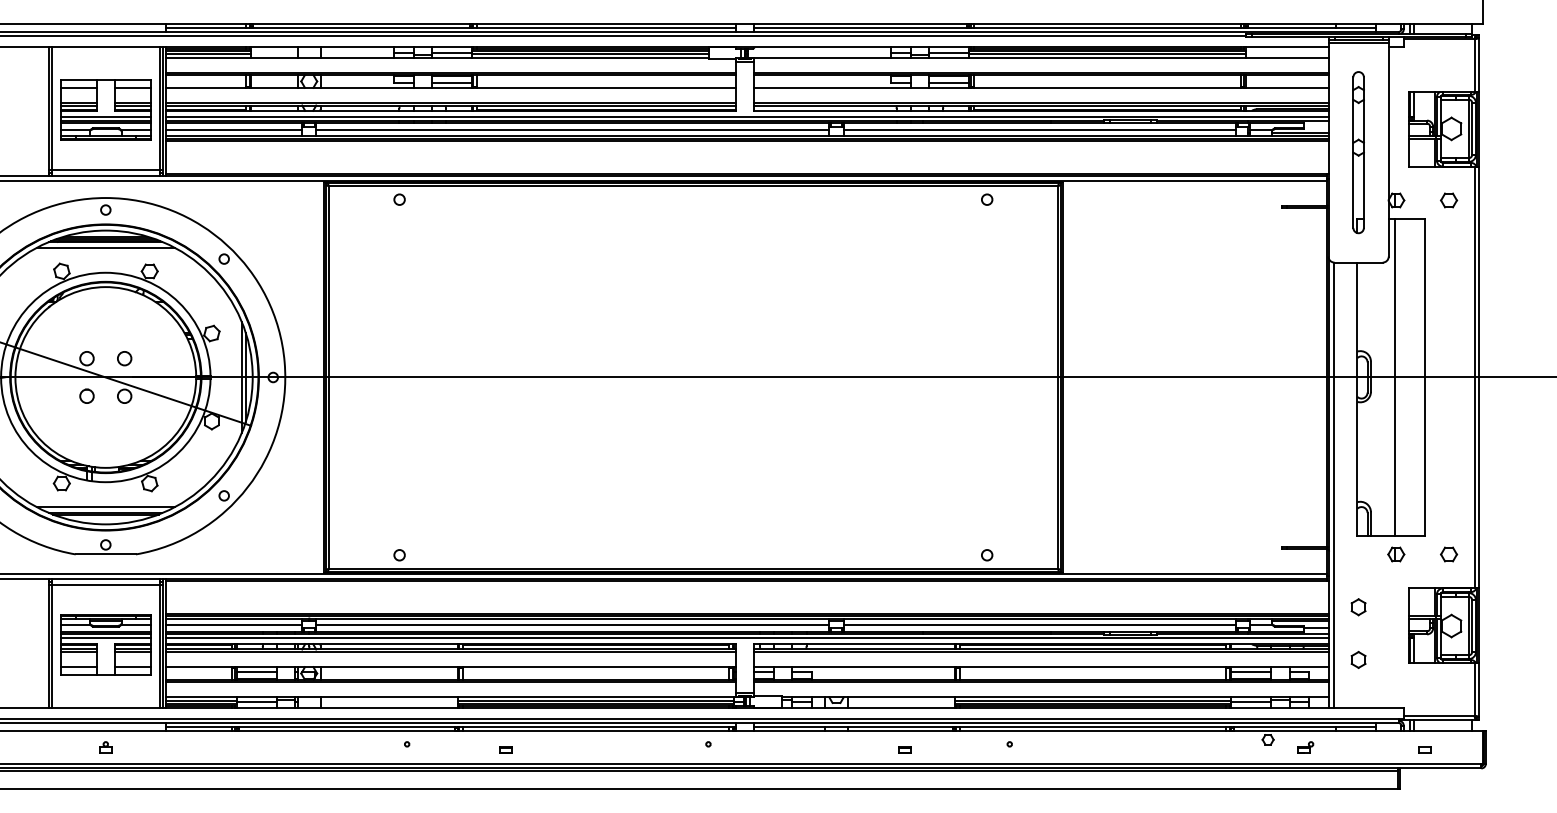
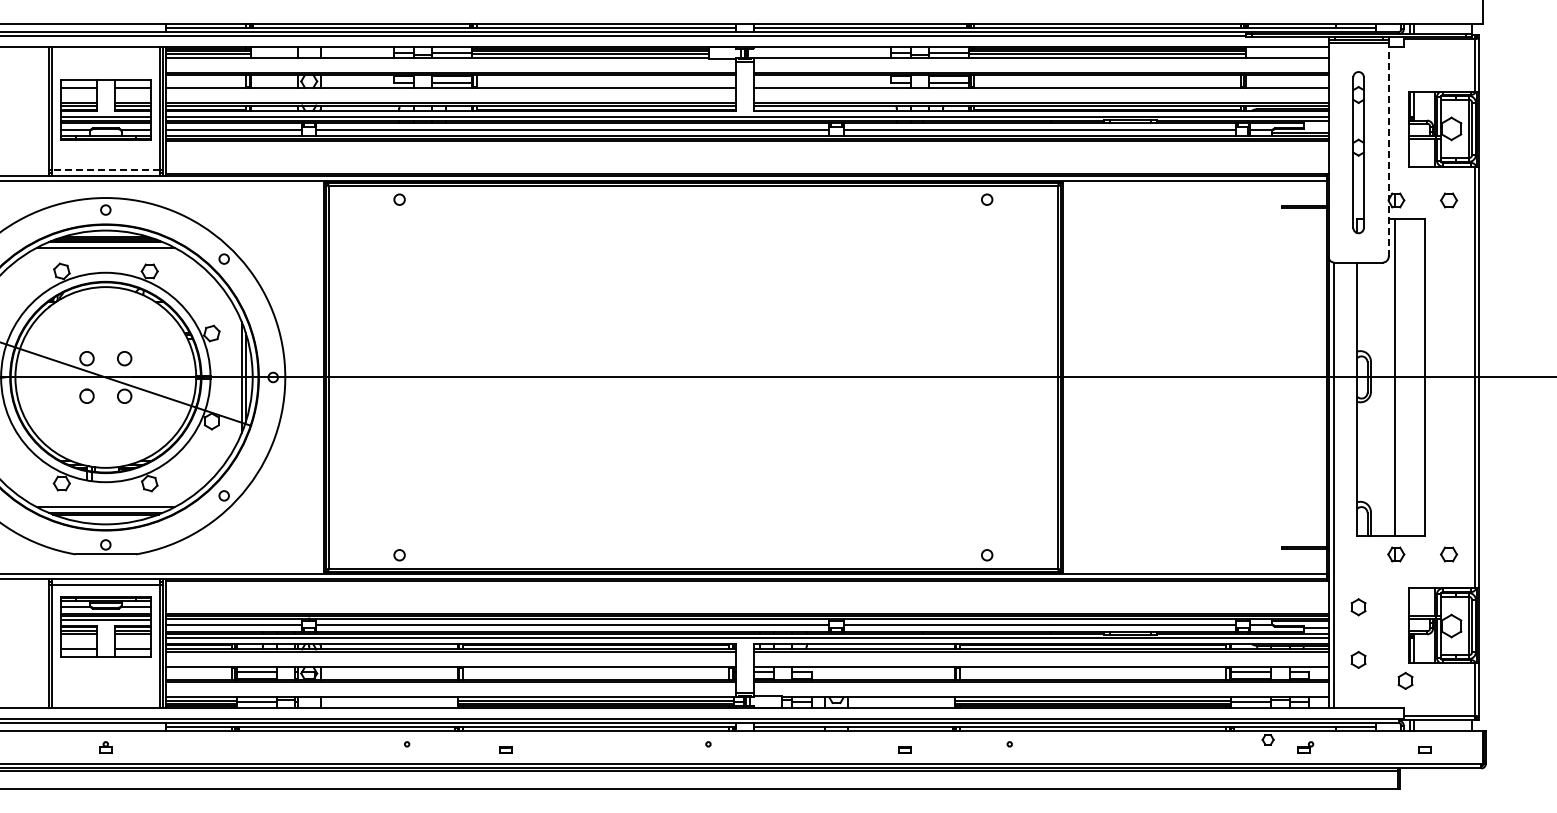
line at (1388, 149): solid -> dashed
line at (105, 170): solid -> dashed
part at (105, 644) position: (105, 644) -> (105, 626)
part at (1405, 680): none -> present
